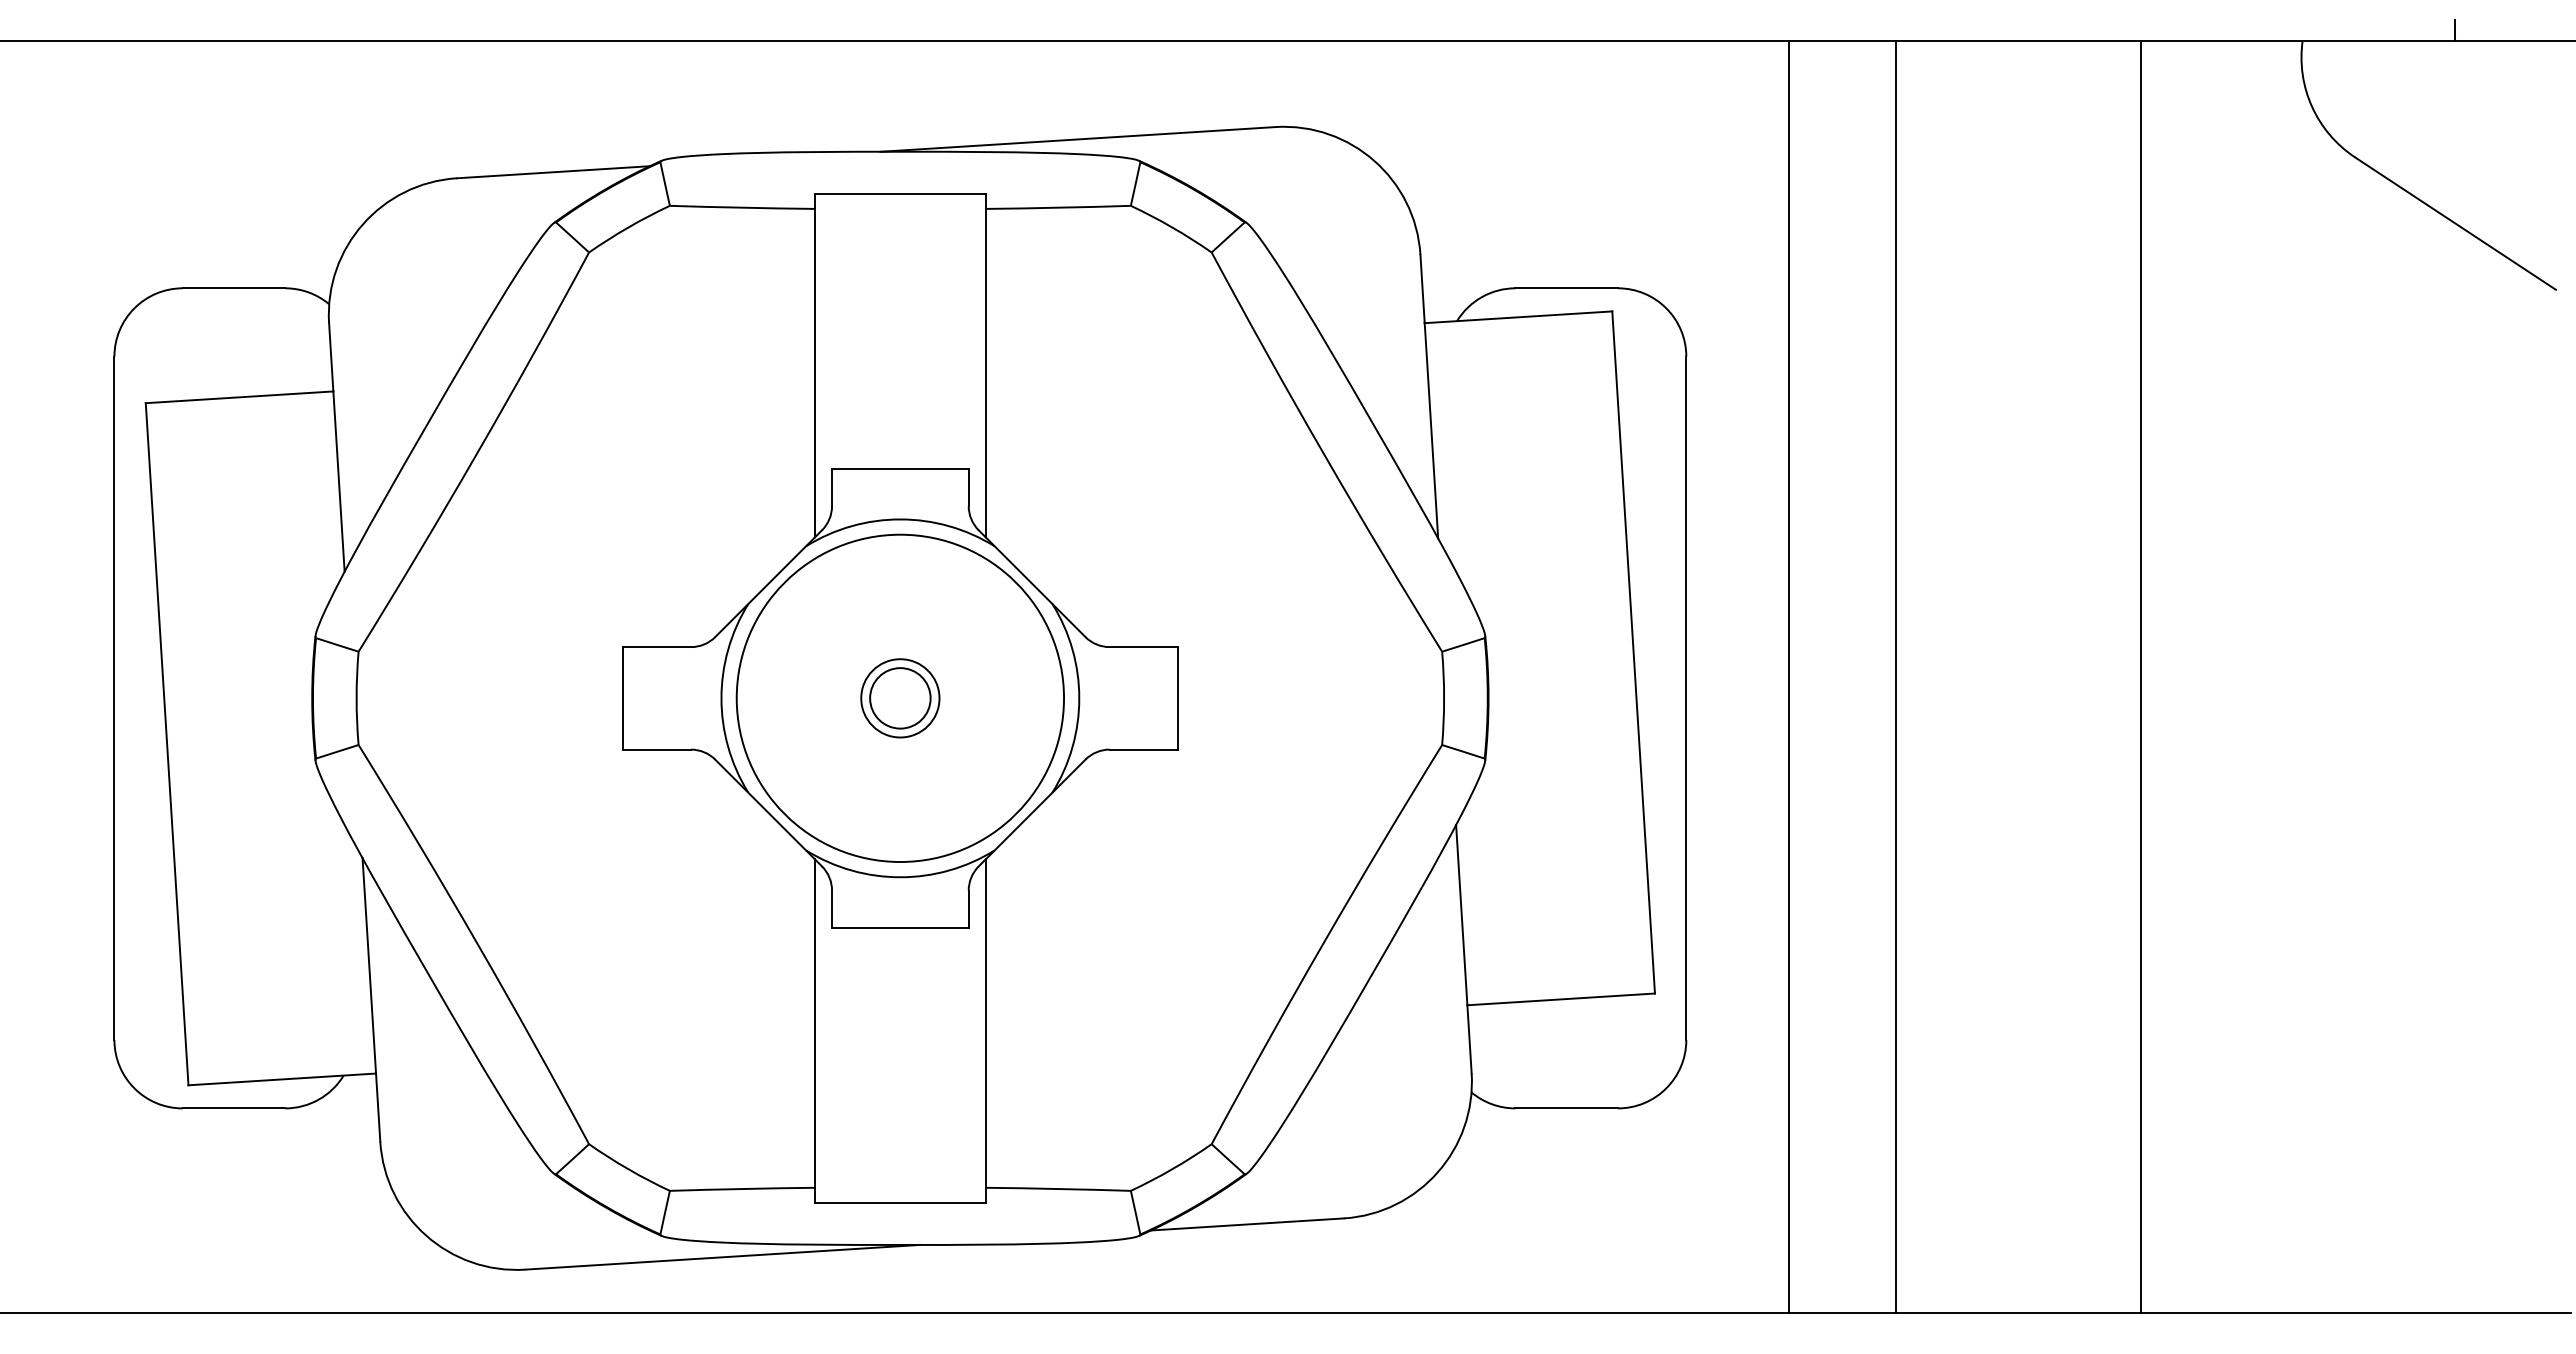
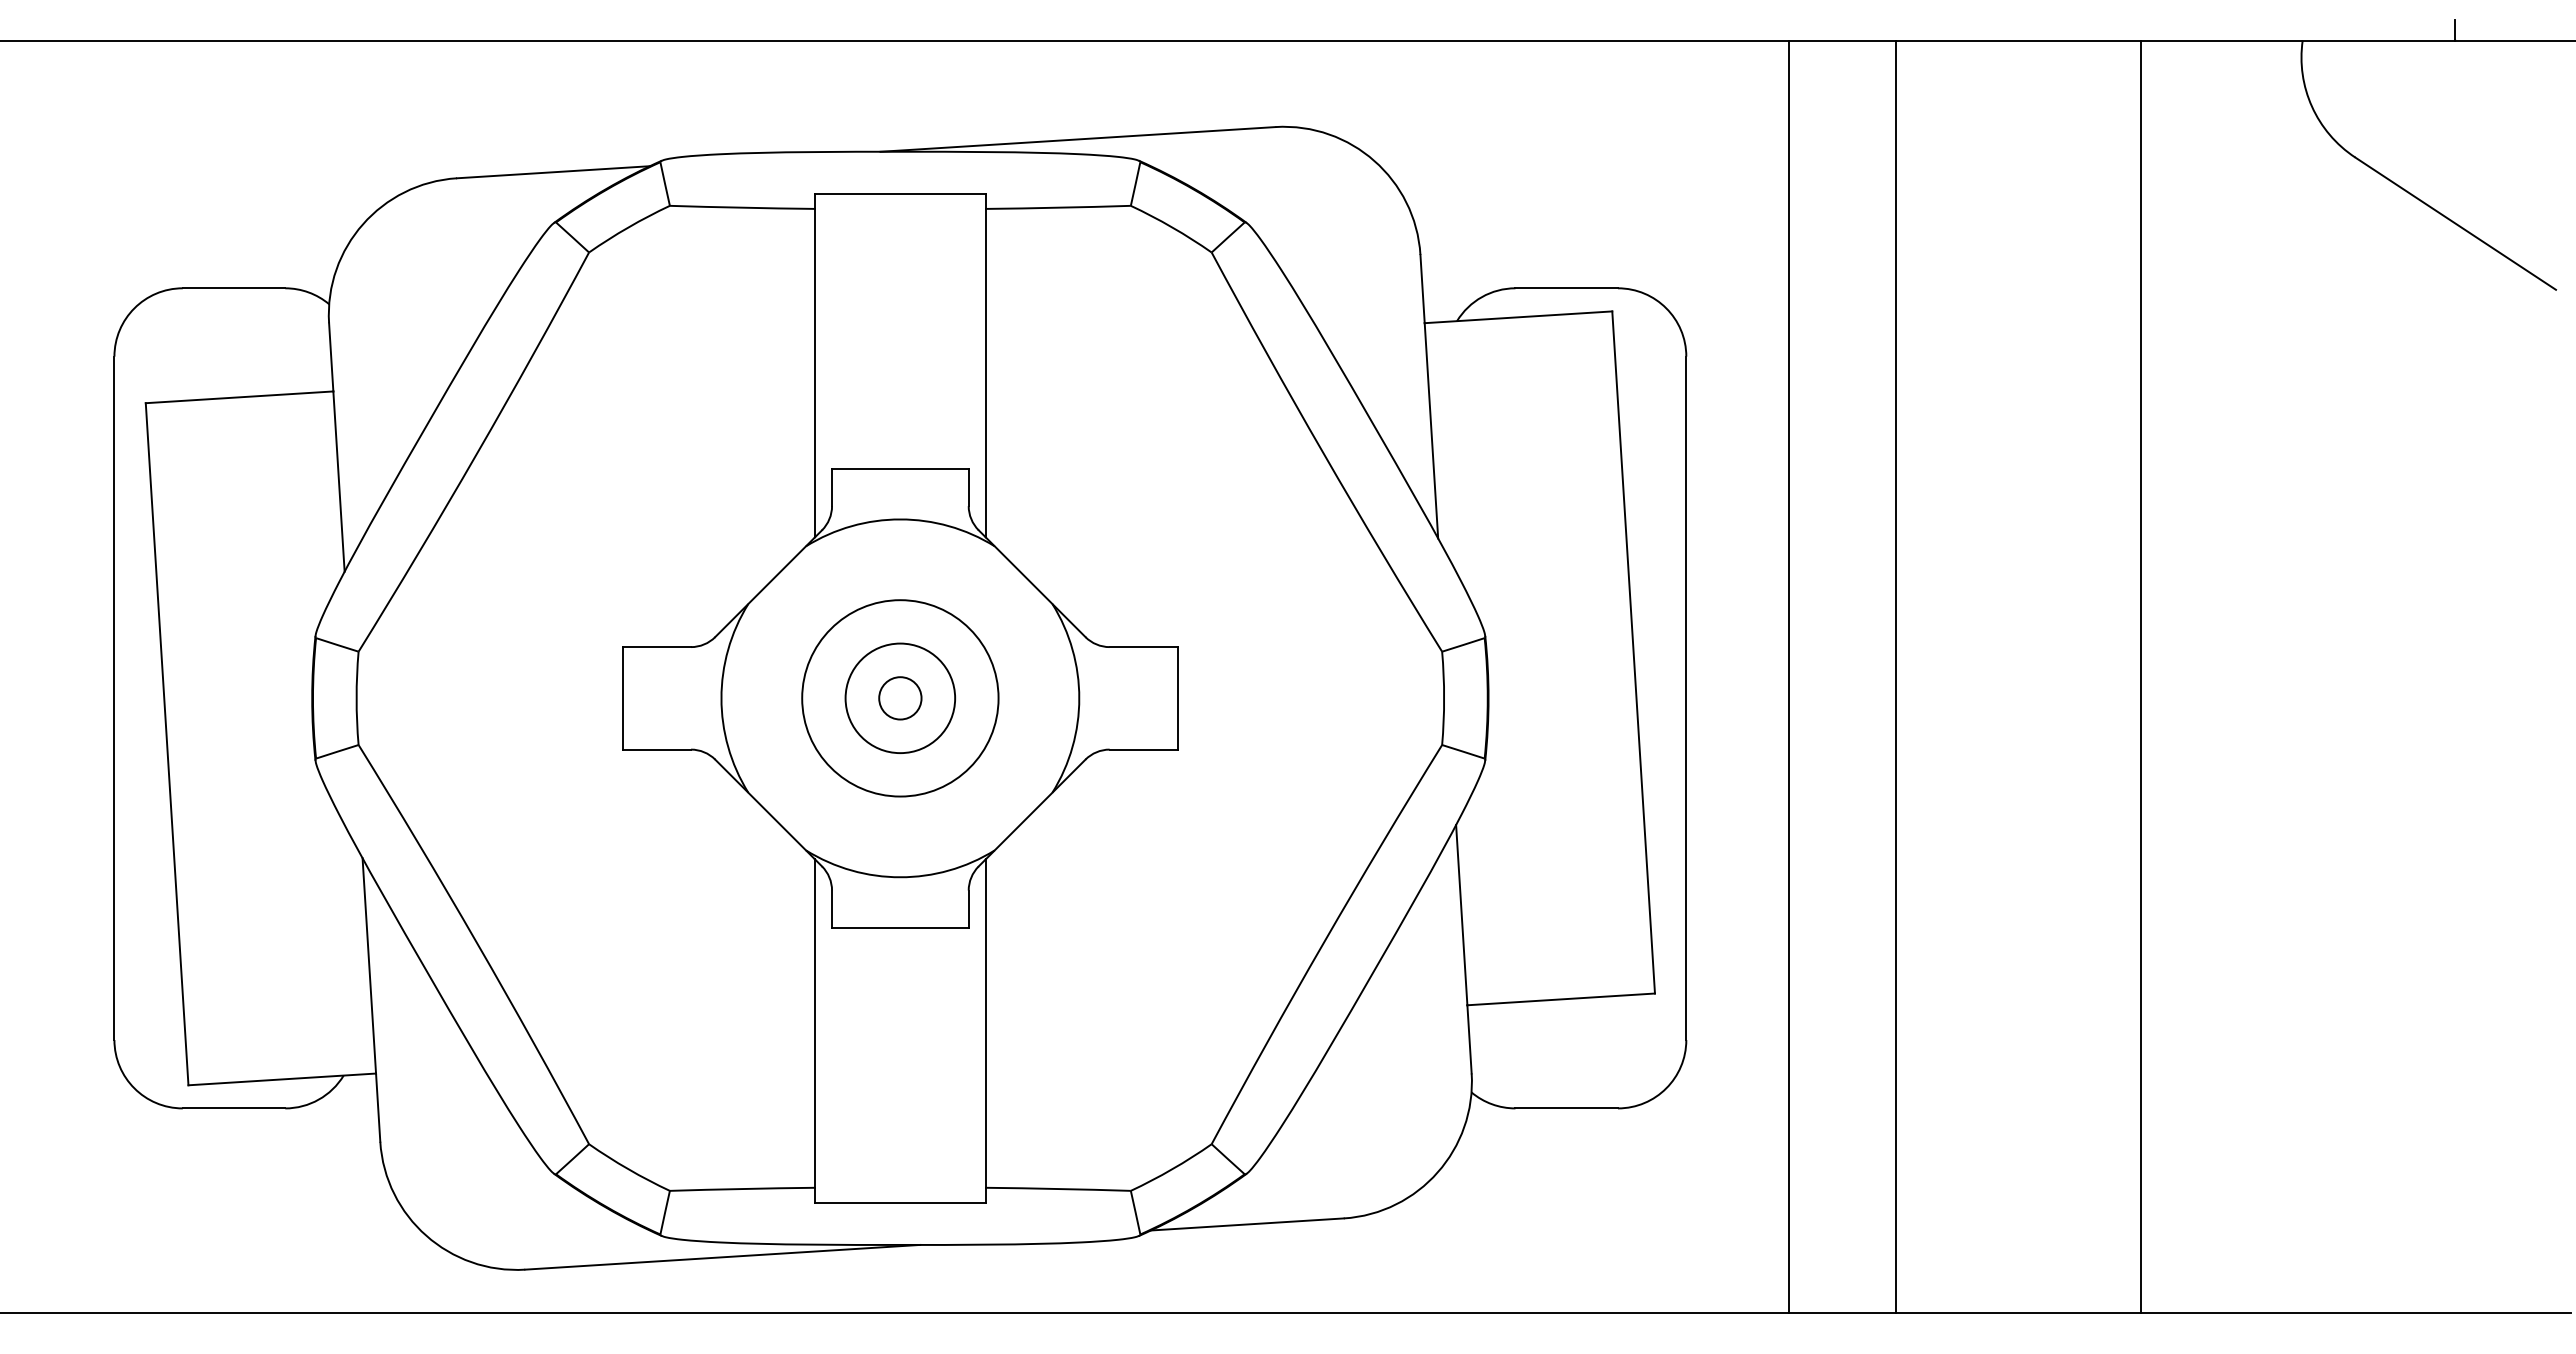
circle at (900, 698) diameter: 327 px -> 196 px
circle at (900, 698) diameter: 61 px -> 42 px
circle at (900, 698) diameter: 78 px -> 110 px
